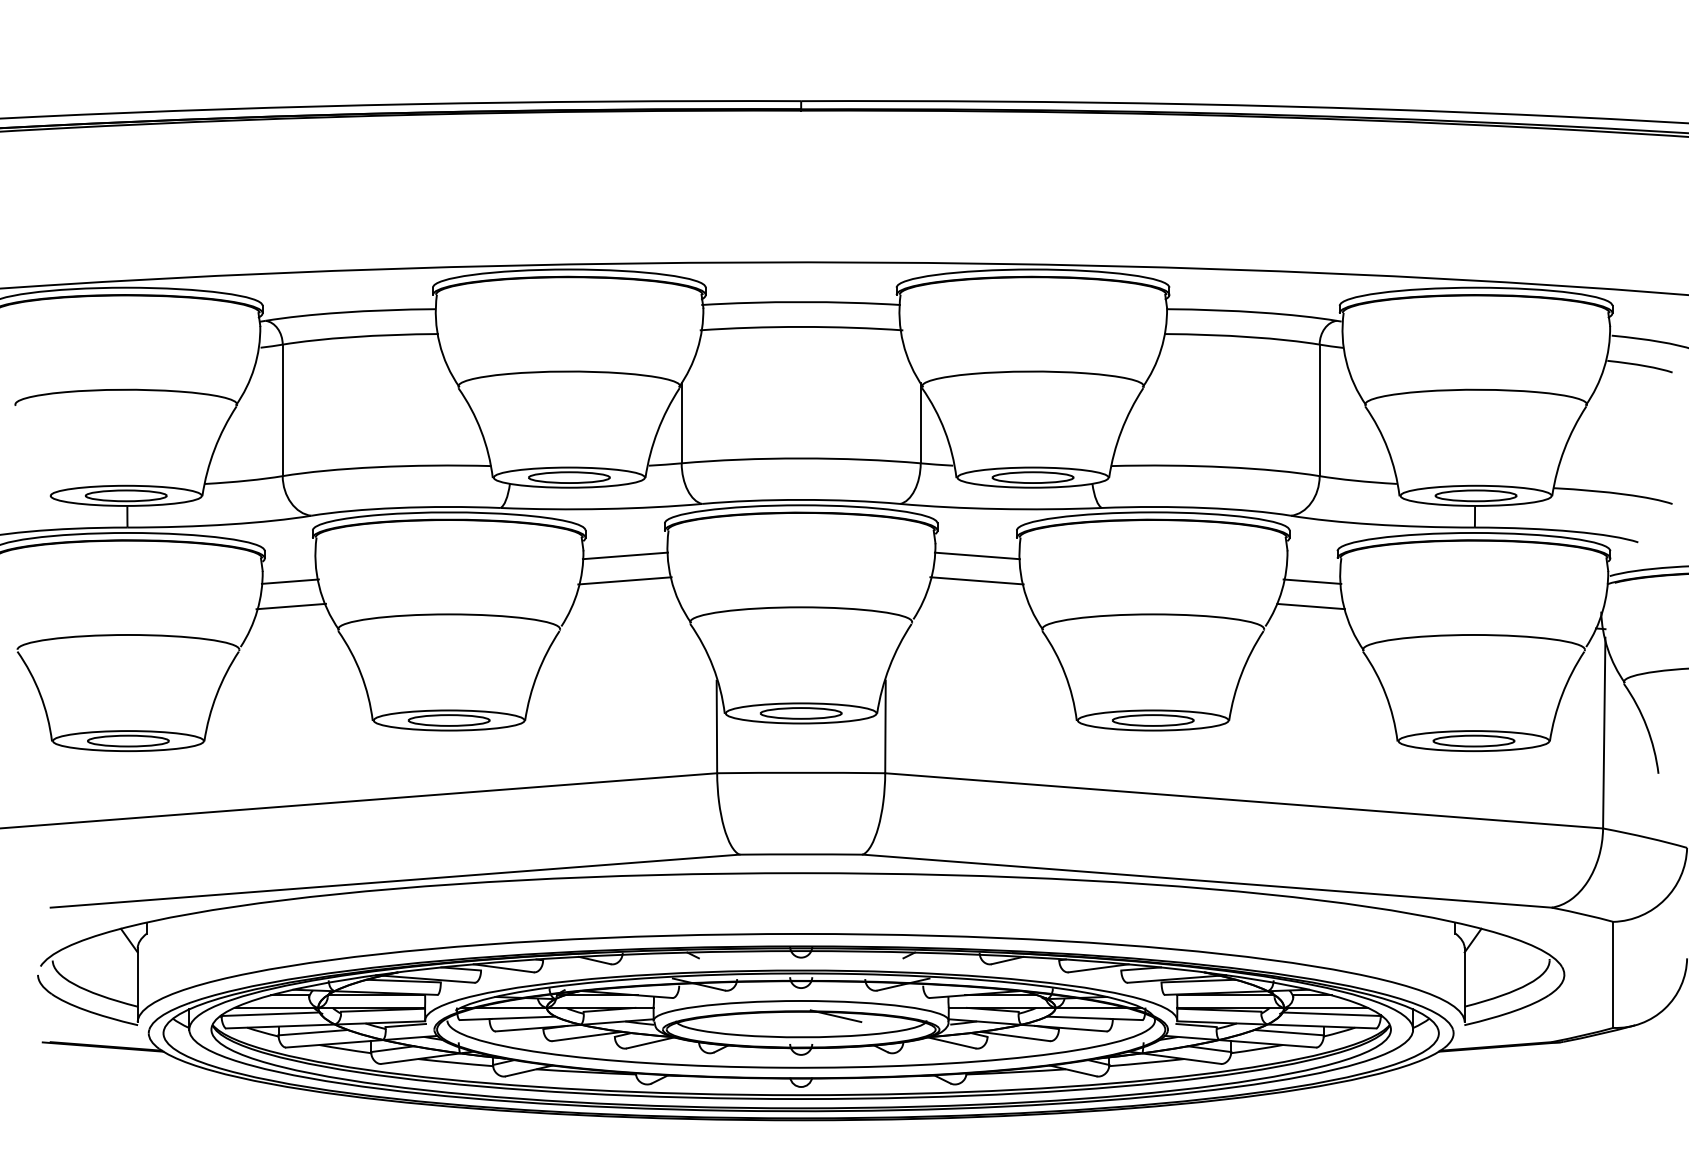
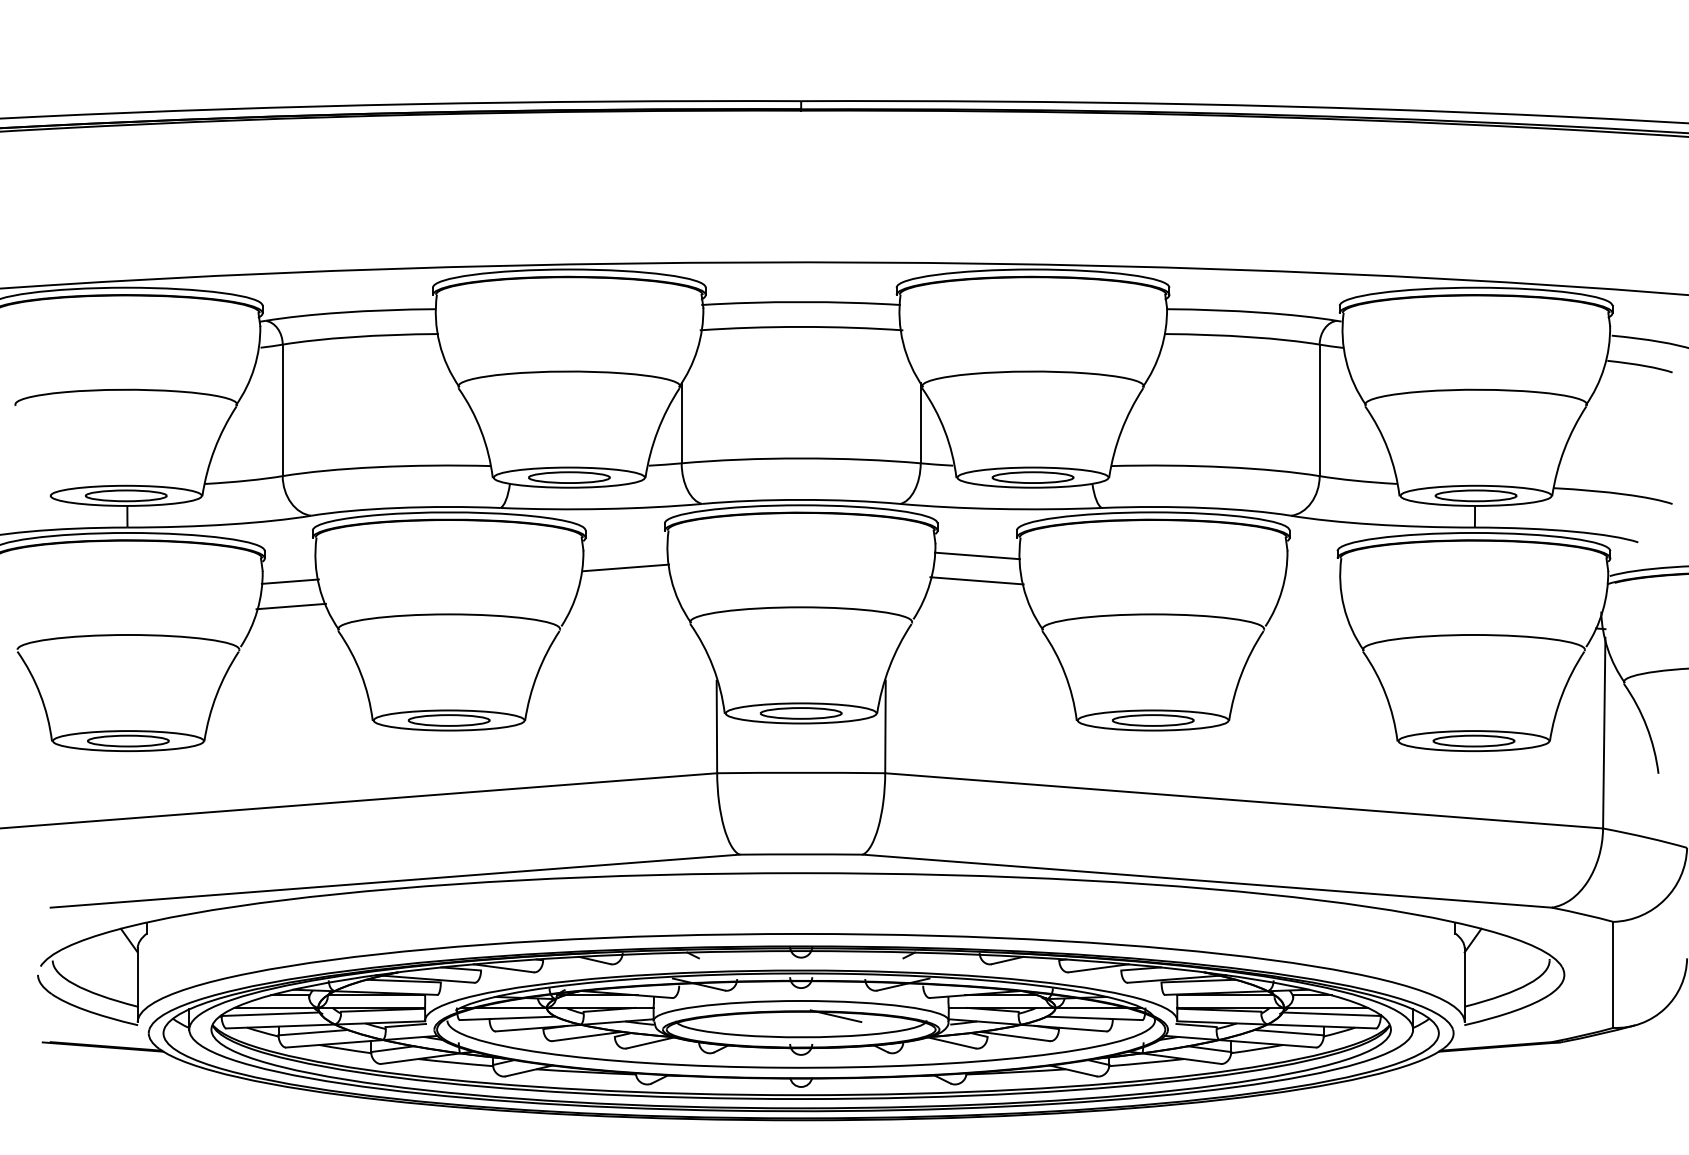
line at (624, 555) position: (624, 555) -> (625, 567)
line at (624, 580): present -> none
line at (1312, 581): present -> none
line at (1310, 606): present -> none
